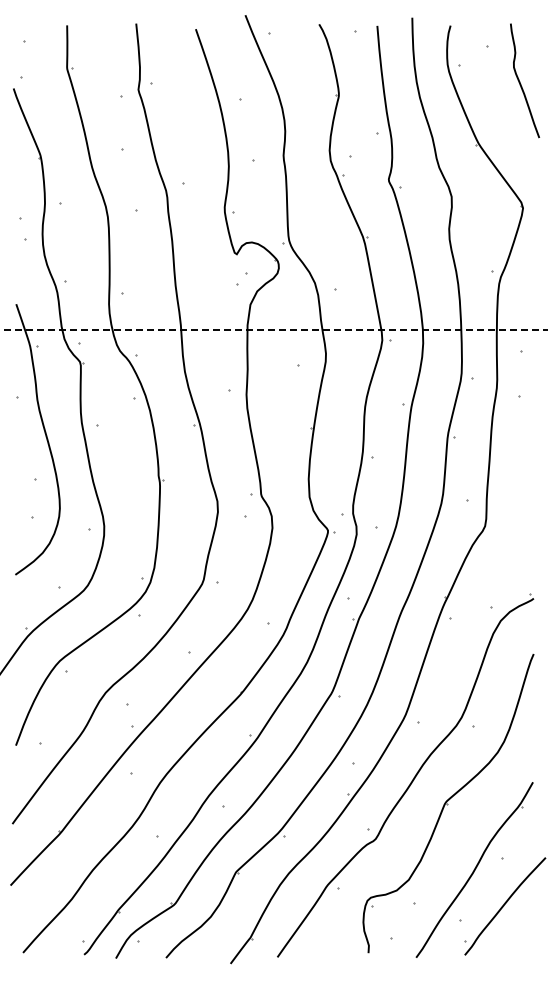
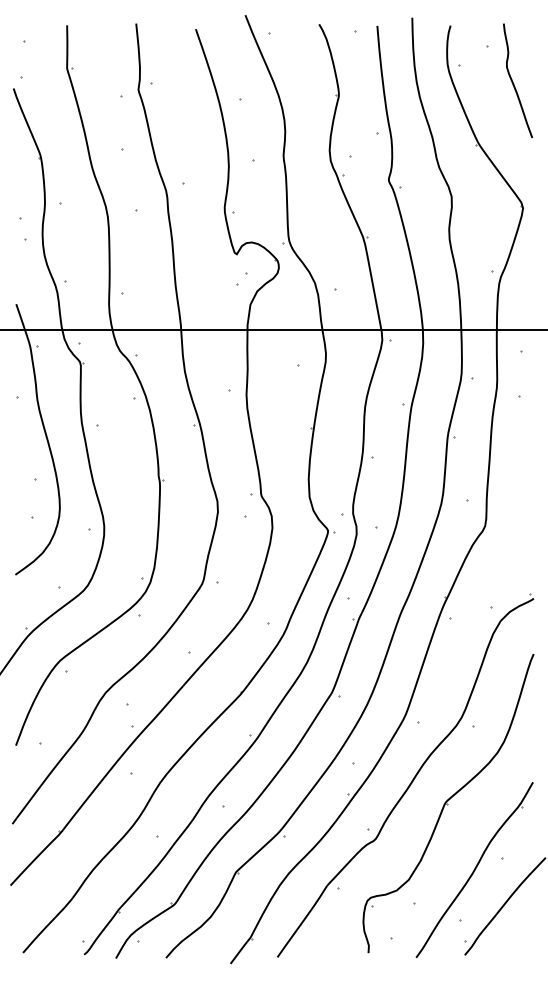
curve at (520, 81) position: (520, 81) -> (513, 81)
line at (273, 329): dashed -> solid
